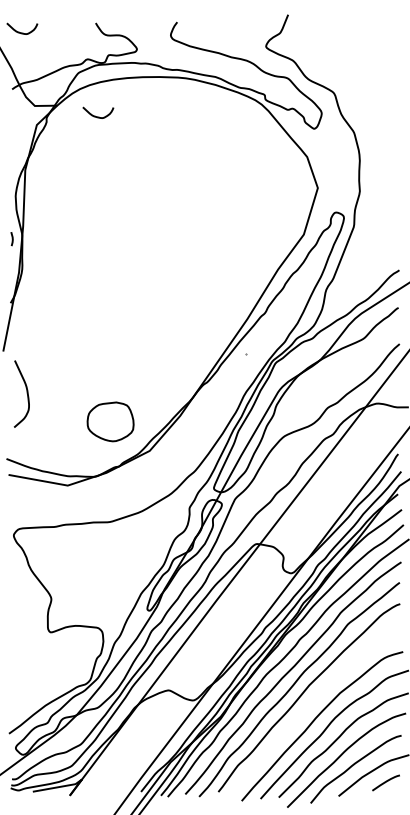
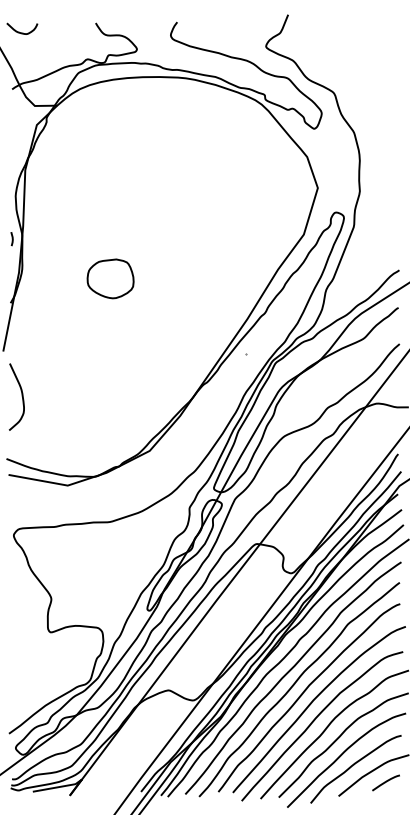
curve at (98, 116): present -> none
curve at (26, 393) position: (26, 393) -> (21, 396)
part at (110, 421) position: (110, 421) -> (110, 278)
curve at (312, 703): none -> present
